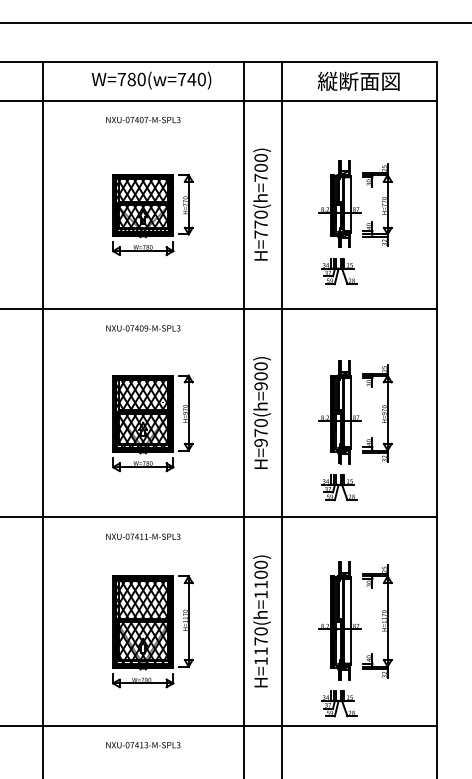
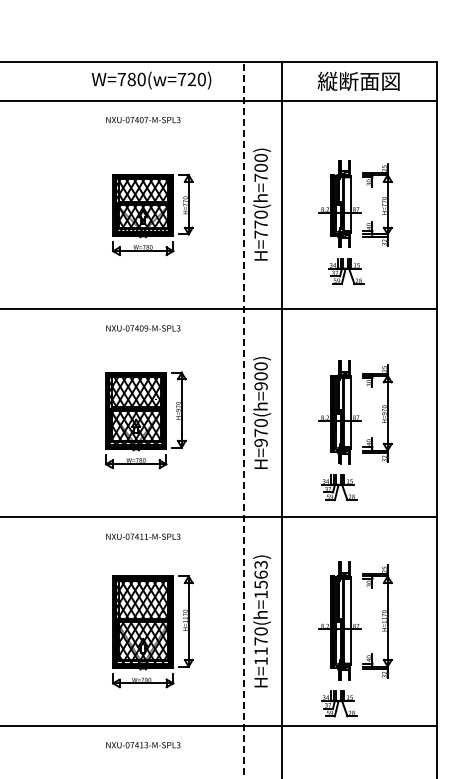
line at (235, 23): present -> none
text at (191, 79): W=780(w=740) -> W=780(w=720)
part at (339, 271) position: (339, 271) -> (346, 271)
line at (42, 418): present -> none
line at (243, 419): solid -> dashed
part at (152, 423) position: (152, 423) -> (145, 420)
text at (260, 574): H=1170(h=1100) -> H=1170(h=1563)
